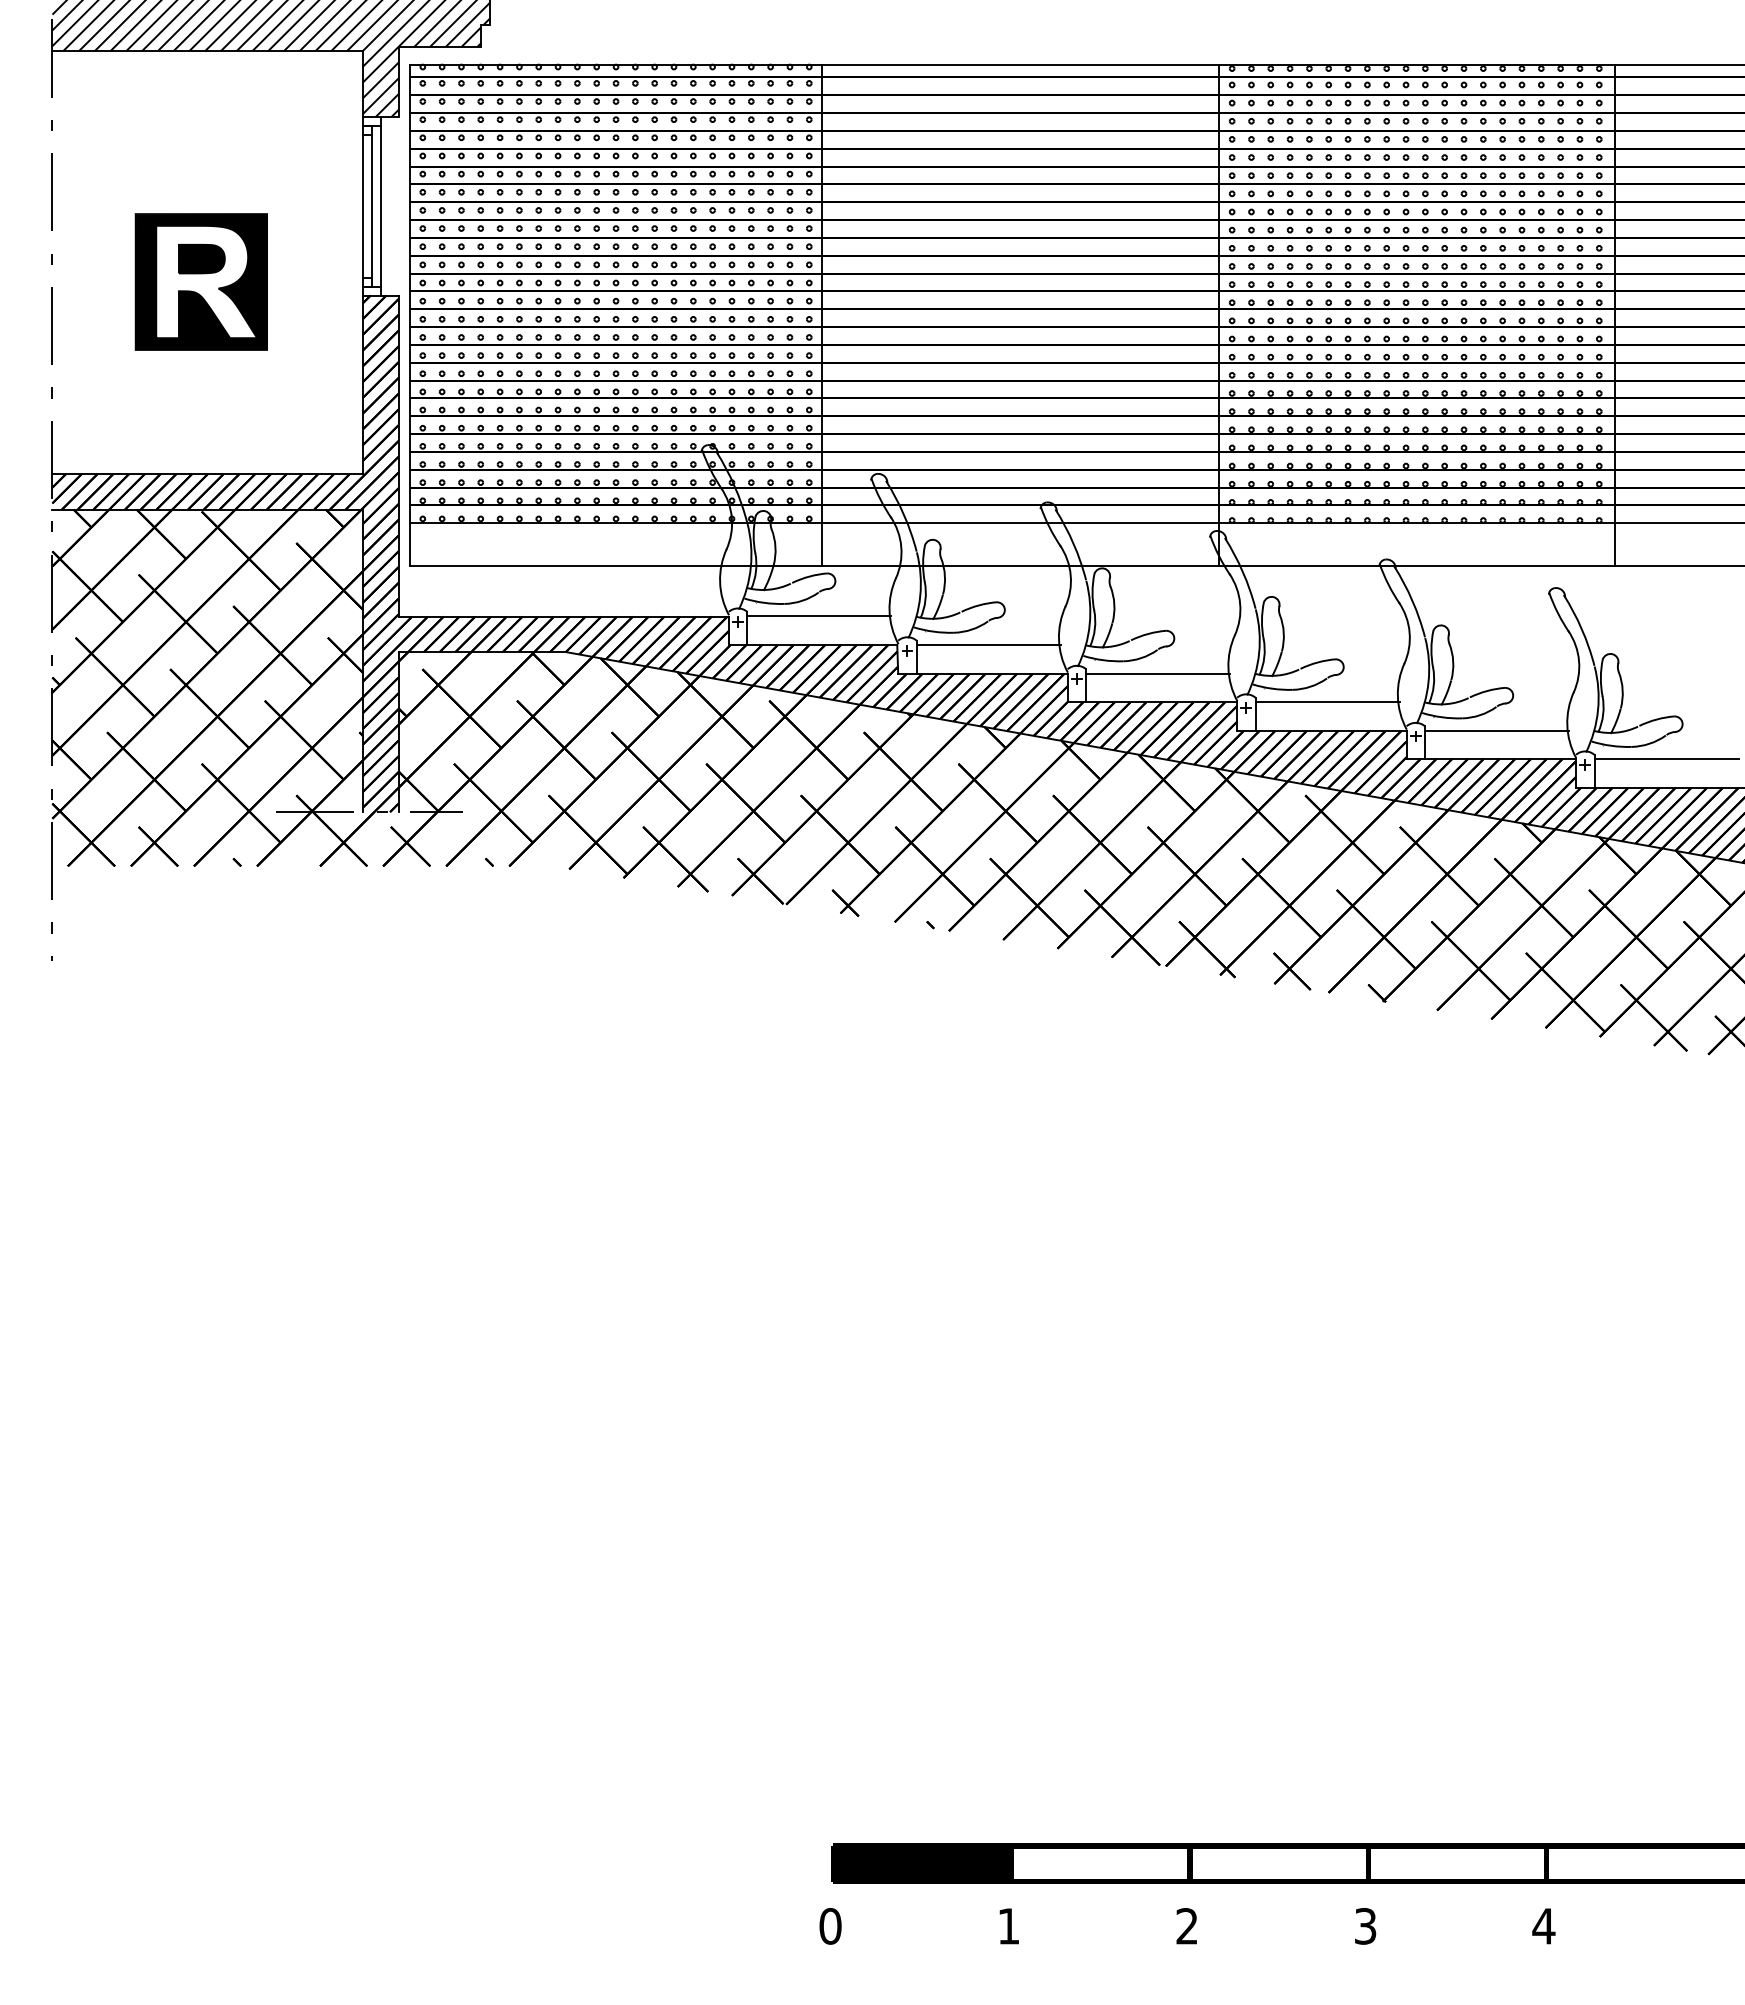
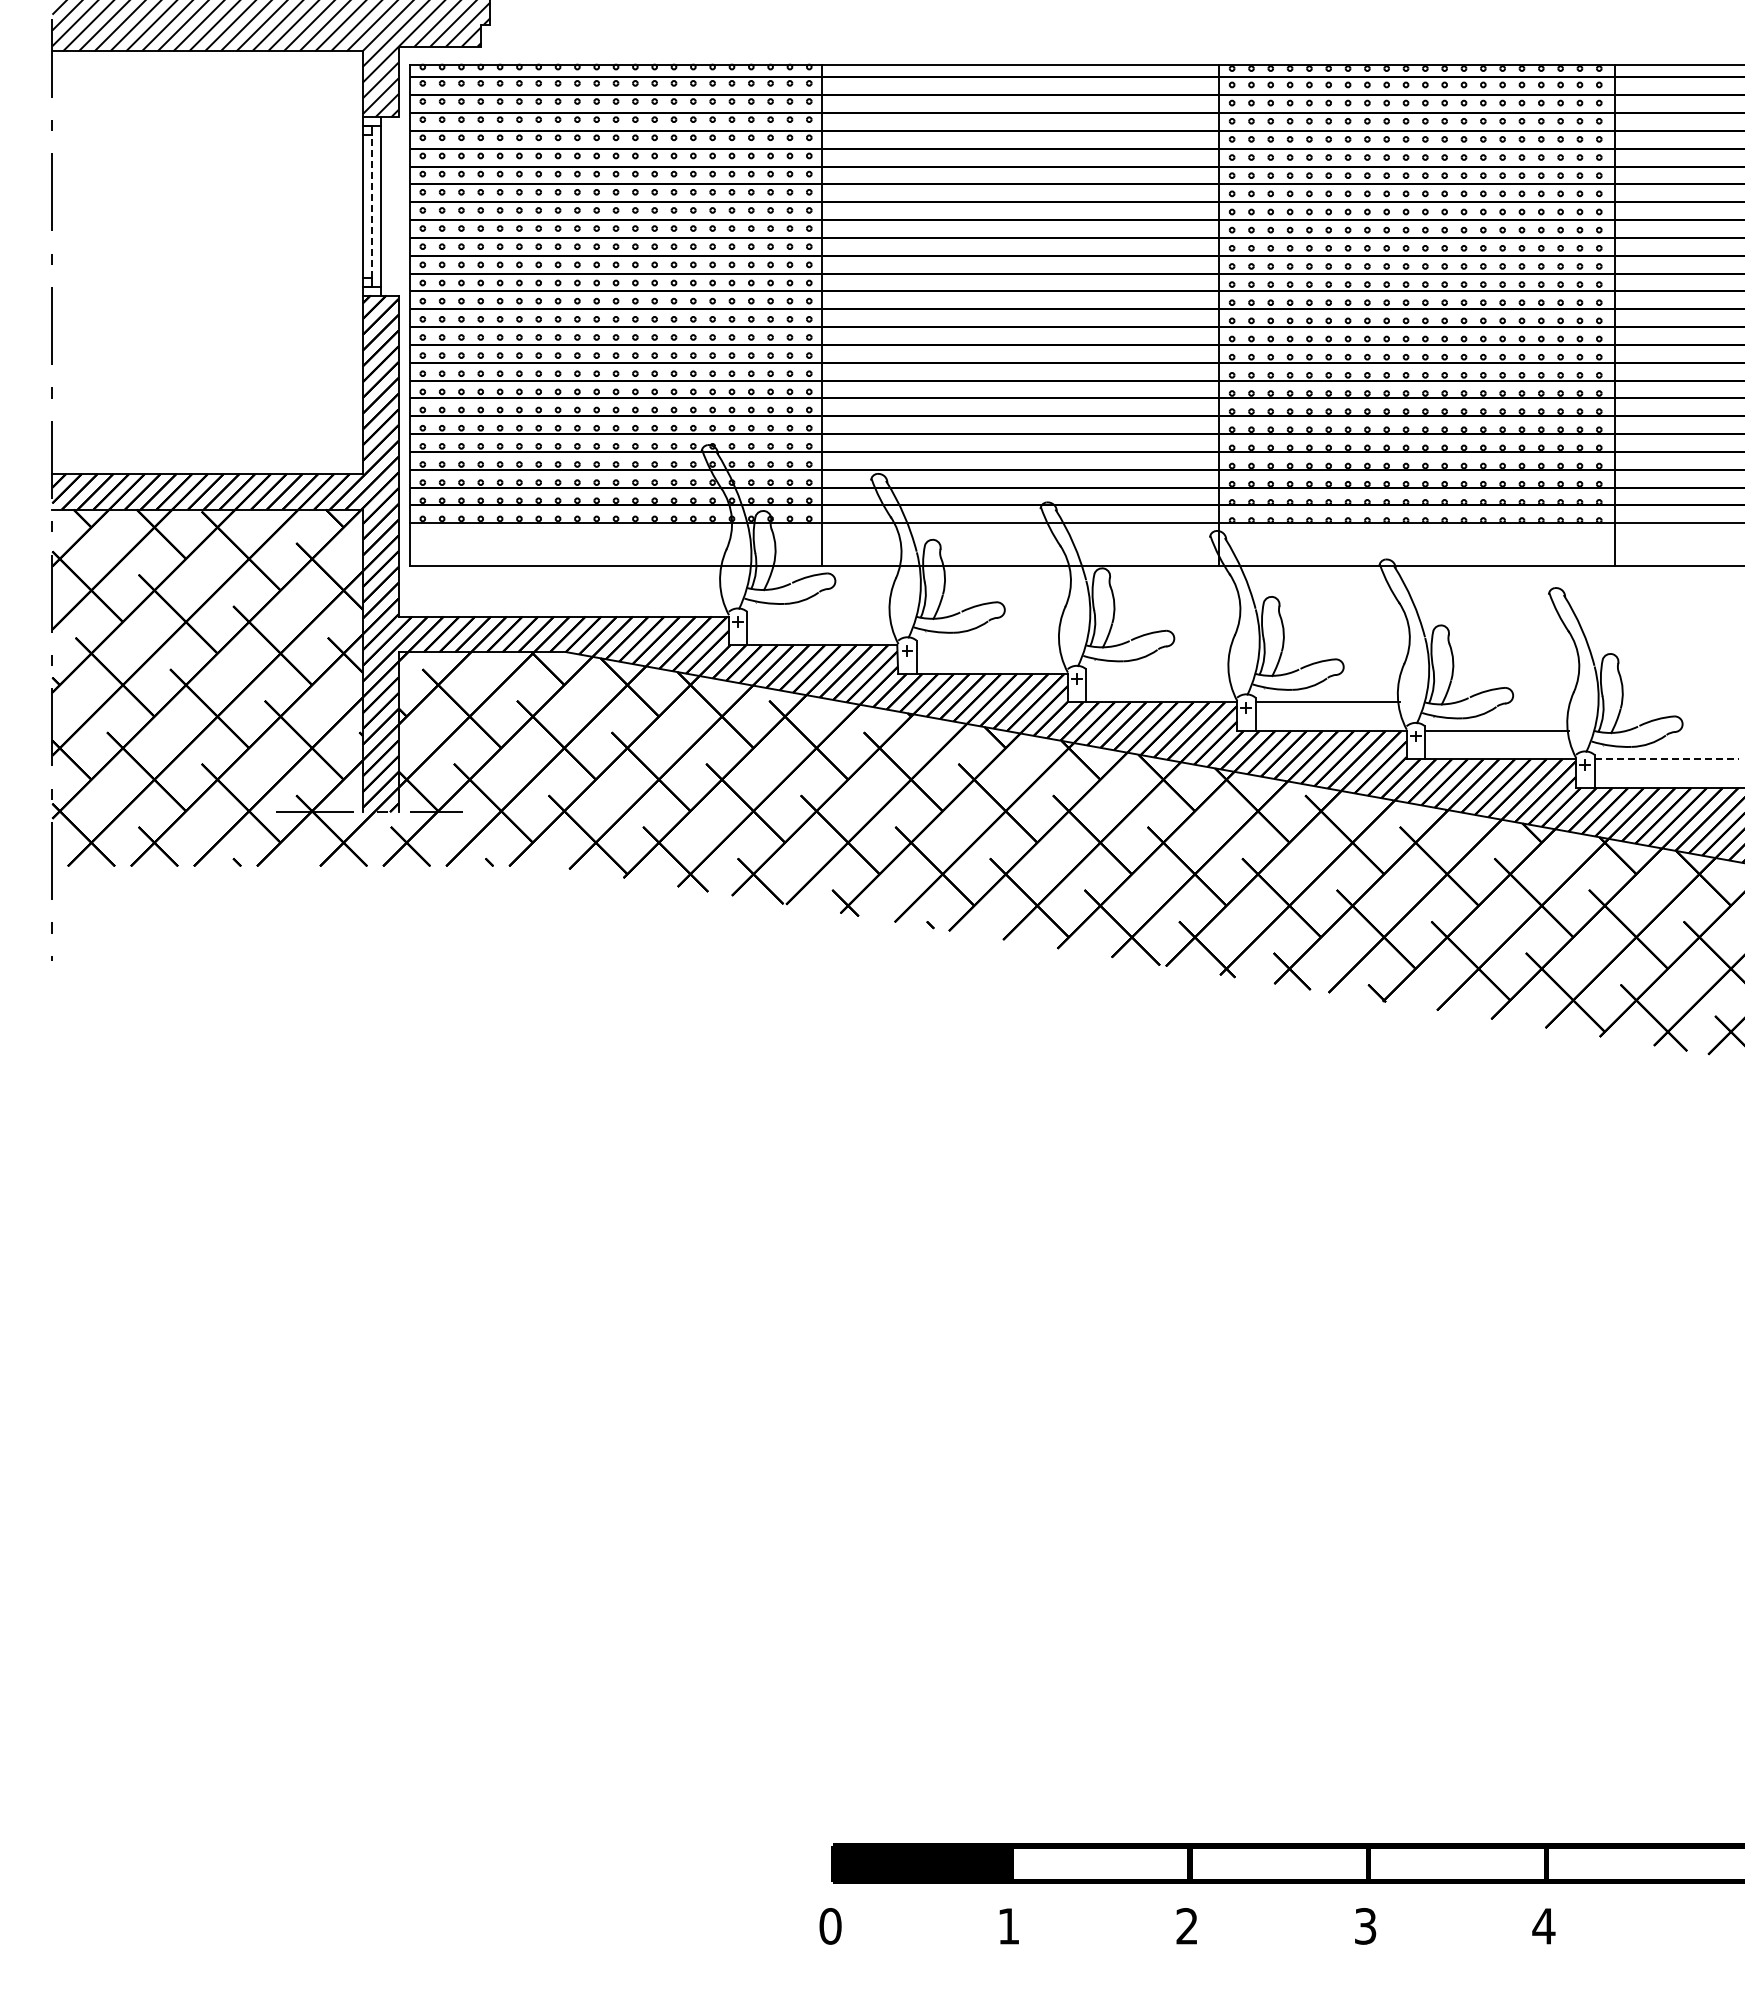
line at (371, 205): solid -> dashed
part at (200, 281): present -> none
line at (819, 616): present -> none
line at (988, 645): present -> none
line at (1158, 673): present -> none
line at (1666, 759): solid -> dashed
